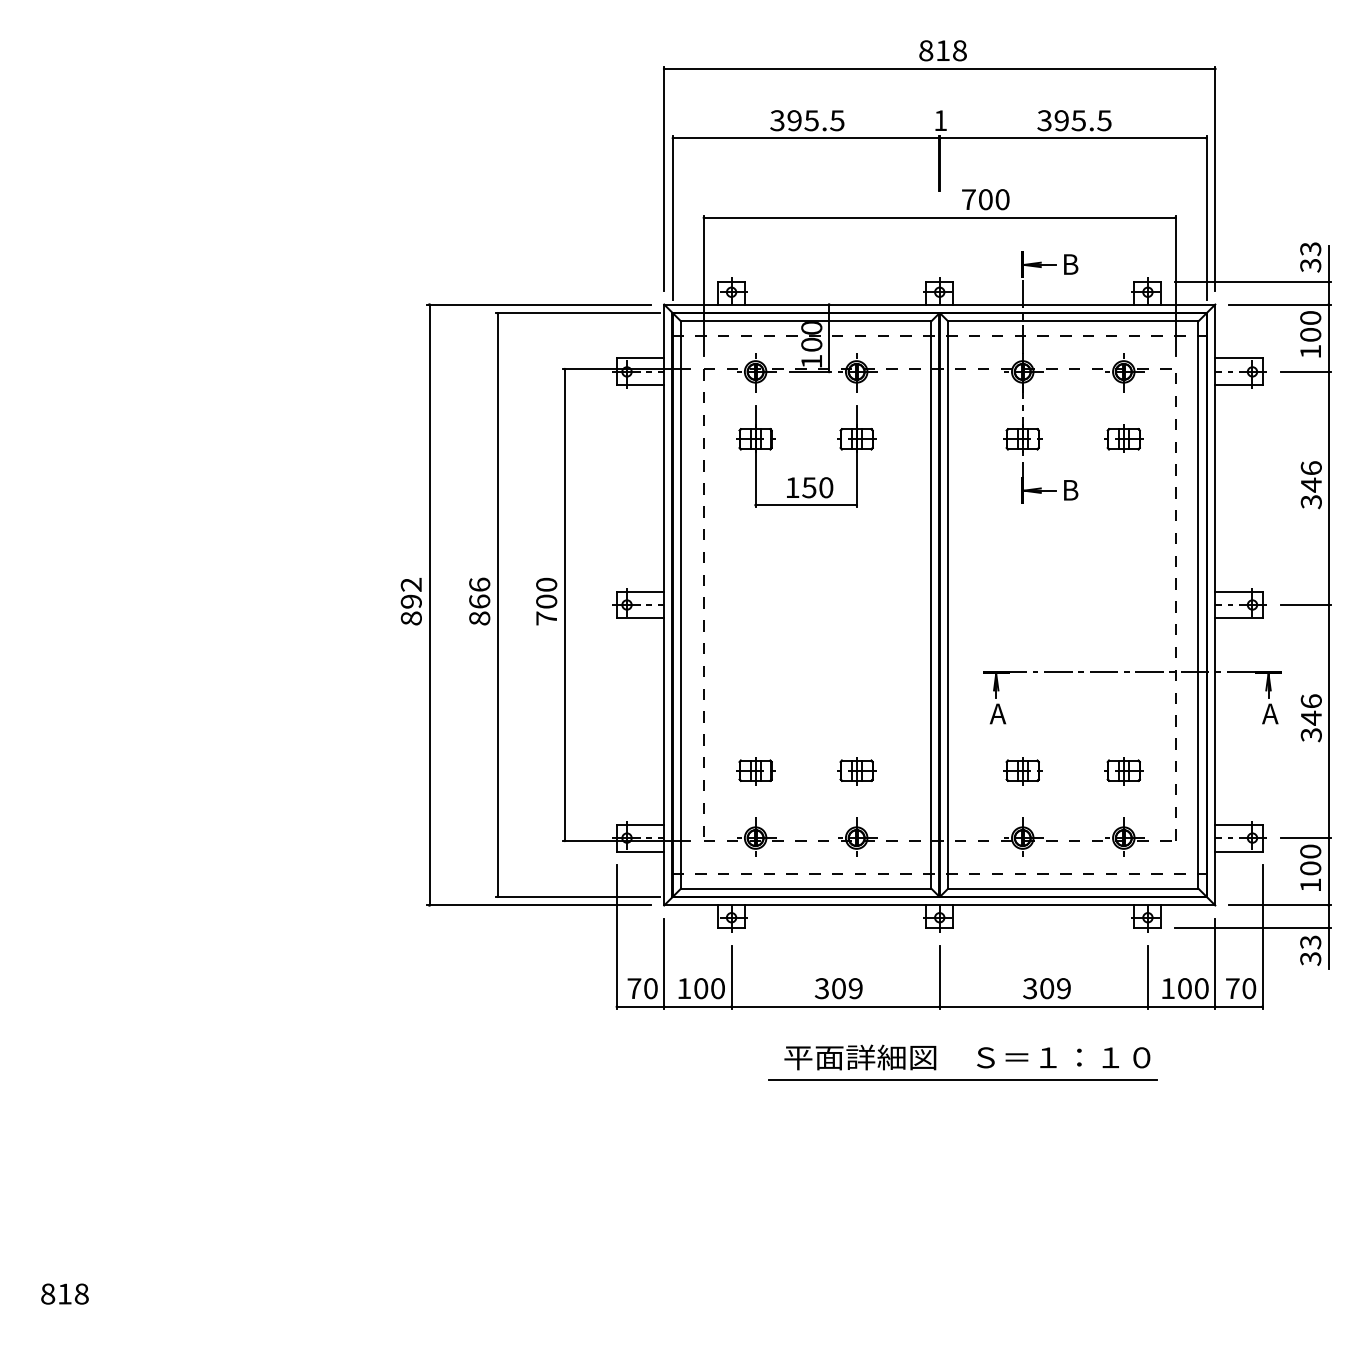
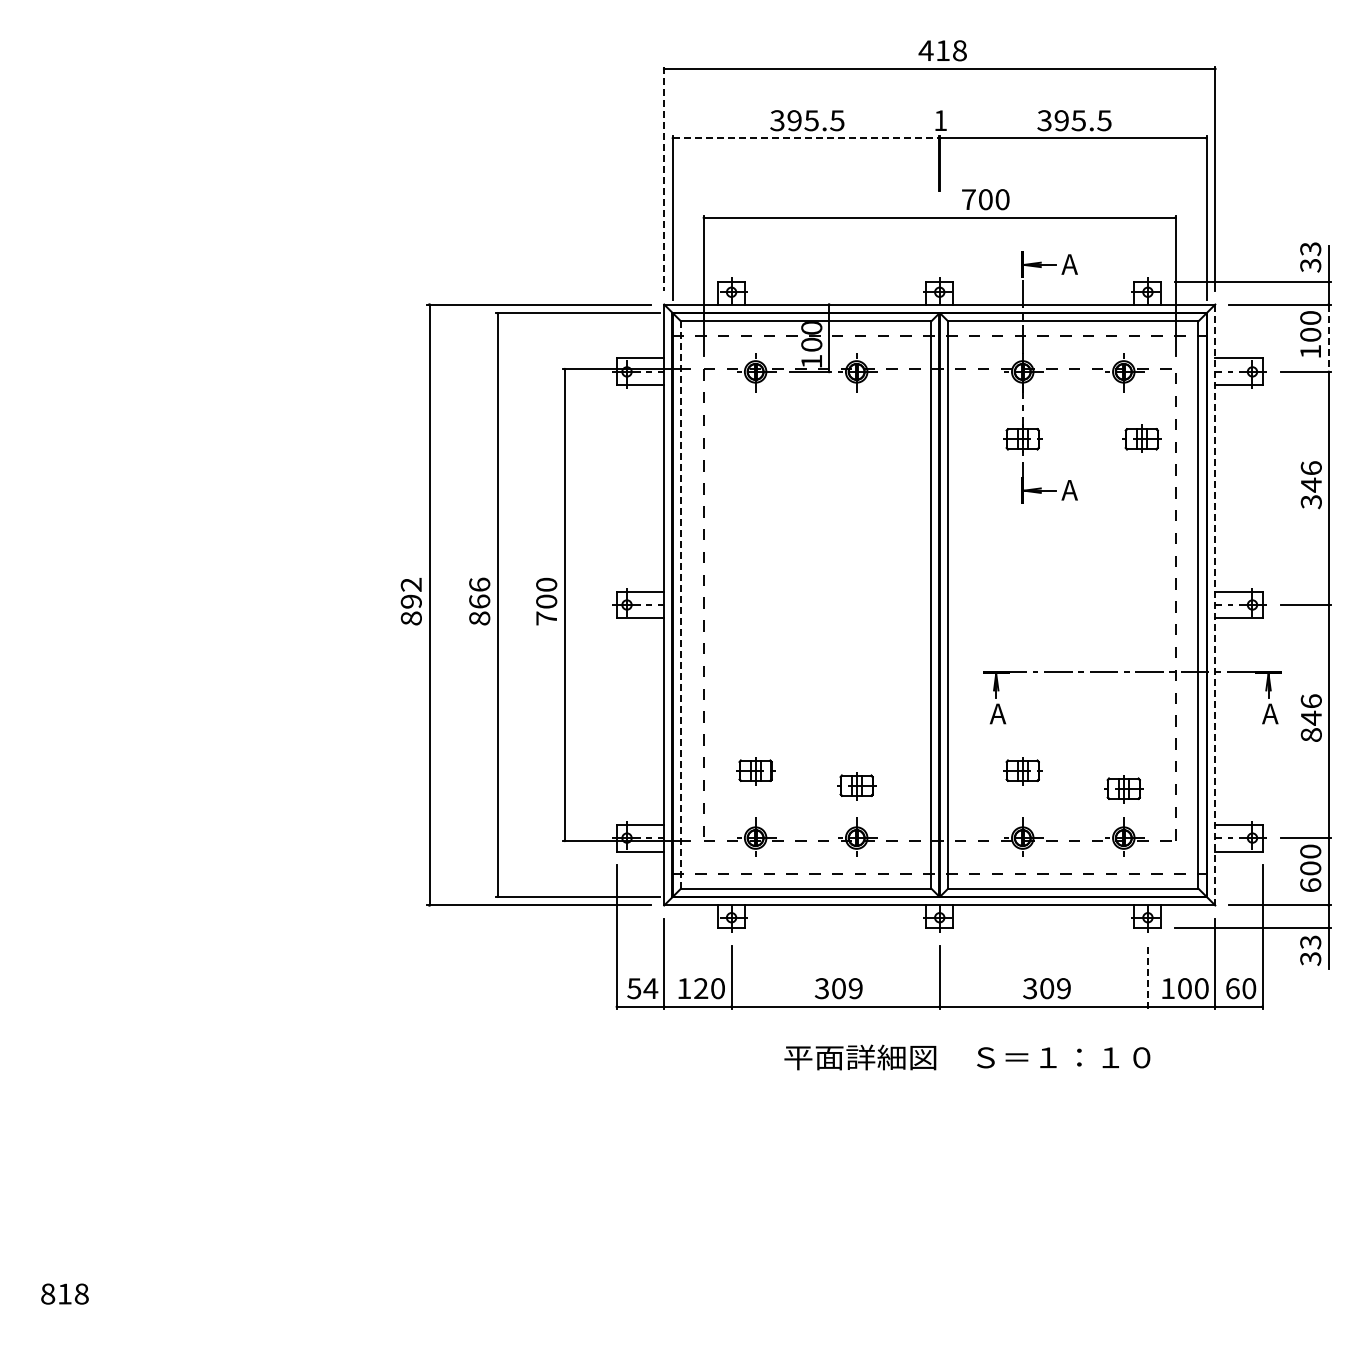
text at (925, 50): 818 -> 418
line at (806, 138): solid -> dashed
line at (664, 179): solid -> dashed
text at (1069, 264): B -> A
line at (1328, 338): solid -> dashed
part at (1123, 438) position: (1123, 438) -> (1141, 438)
part at (806, 477): present -> none
text at (1069, 490): B -> A
line at (681, 605): solid -> dashed
line at (1215, 605): solid -> dashed
text at (1310, 735): 346 -> 846
part at (856, 771) position: (856, 771) -> (856, 786)
part at (1123, 771) position: (1123, 771) -> (1123, 789)
text at (1310, 884): 100 -> 600
line at (1147, 976): solid -> dashed
text at (642, 988): 70 -> 54
text at (701, 988): 100 -> 120
text at (1232, 988): 70 -> 60
line at (962, 1080): present -> none
